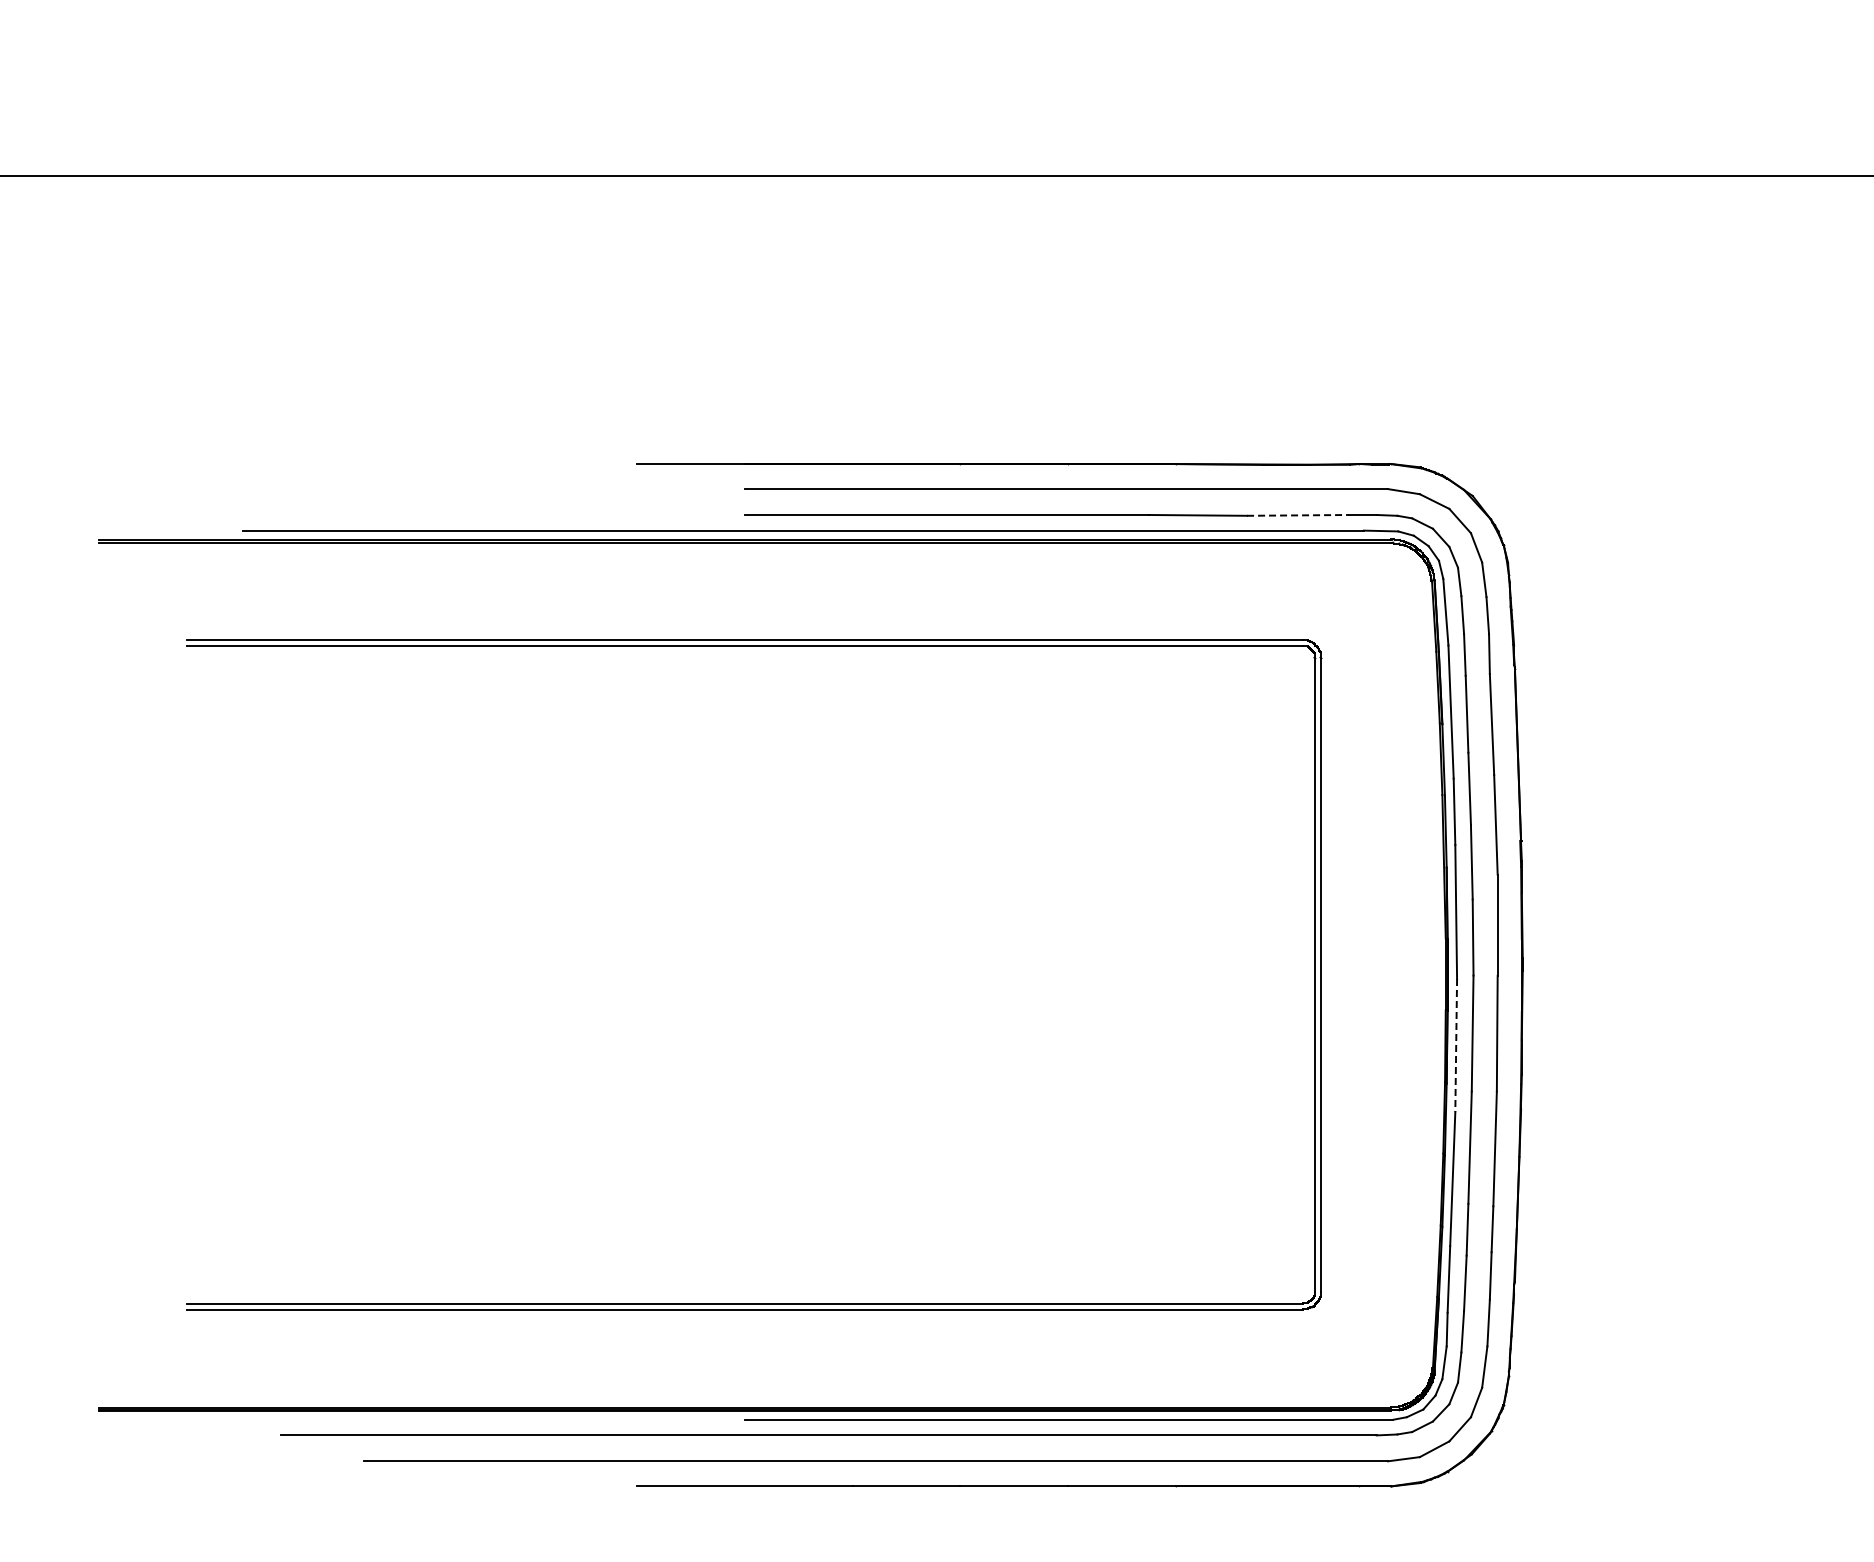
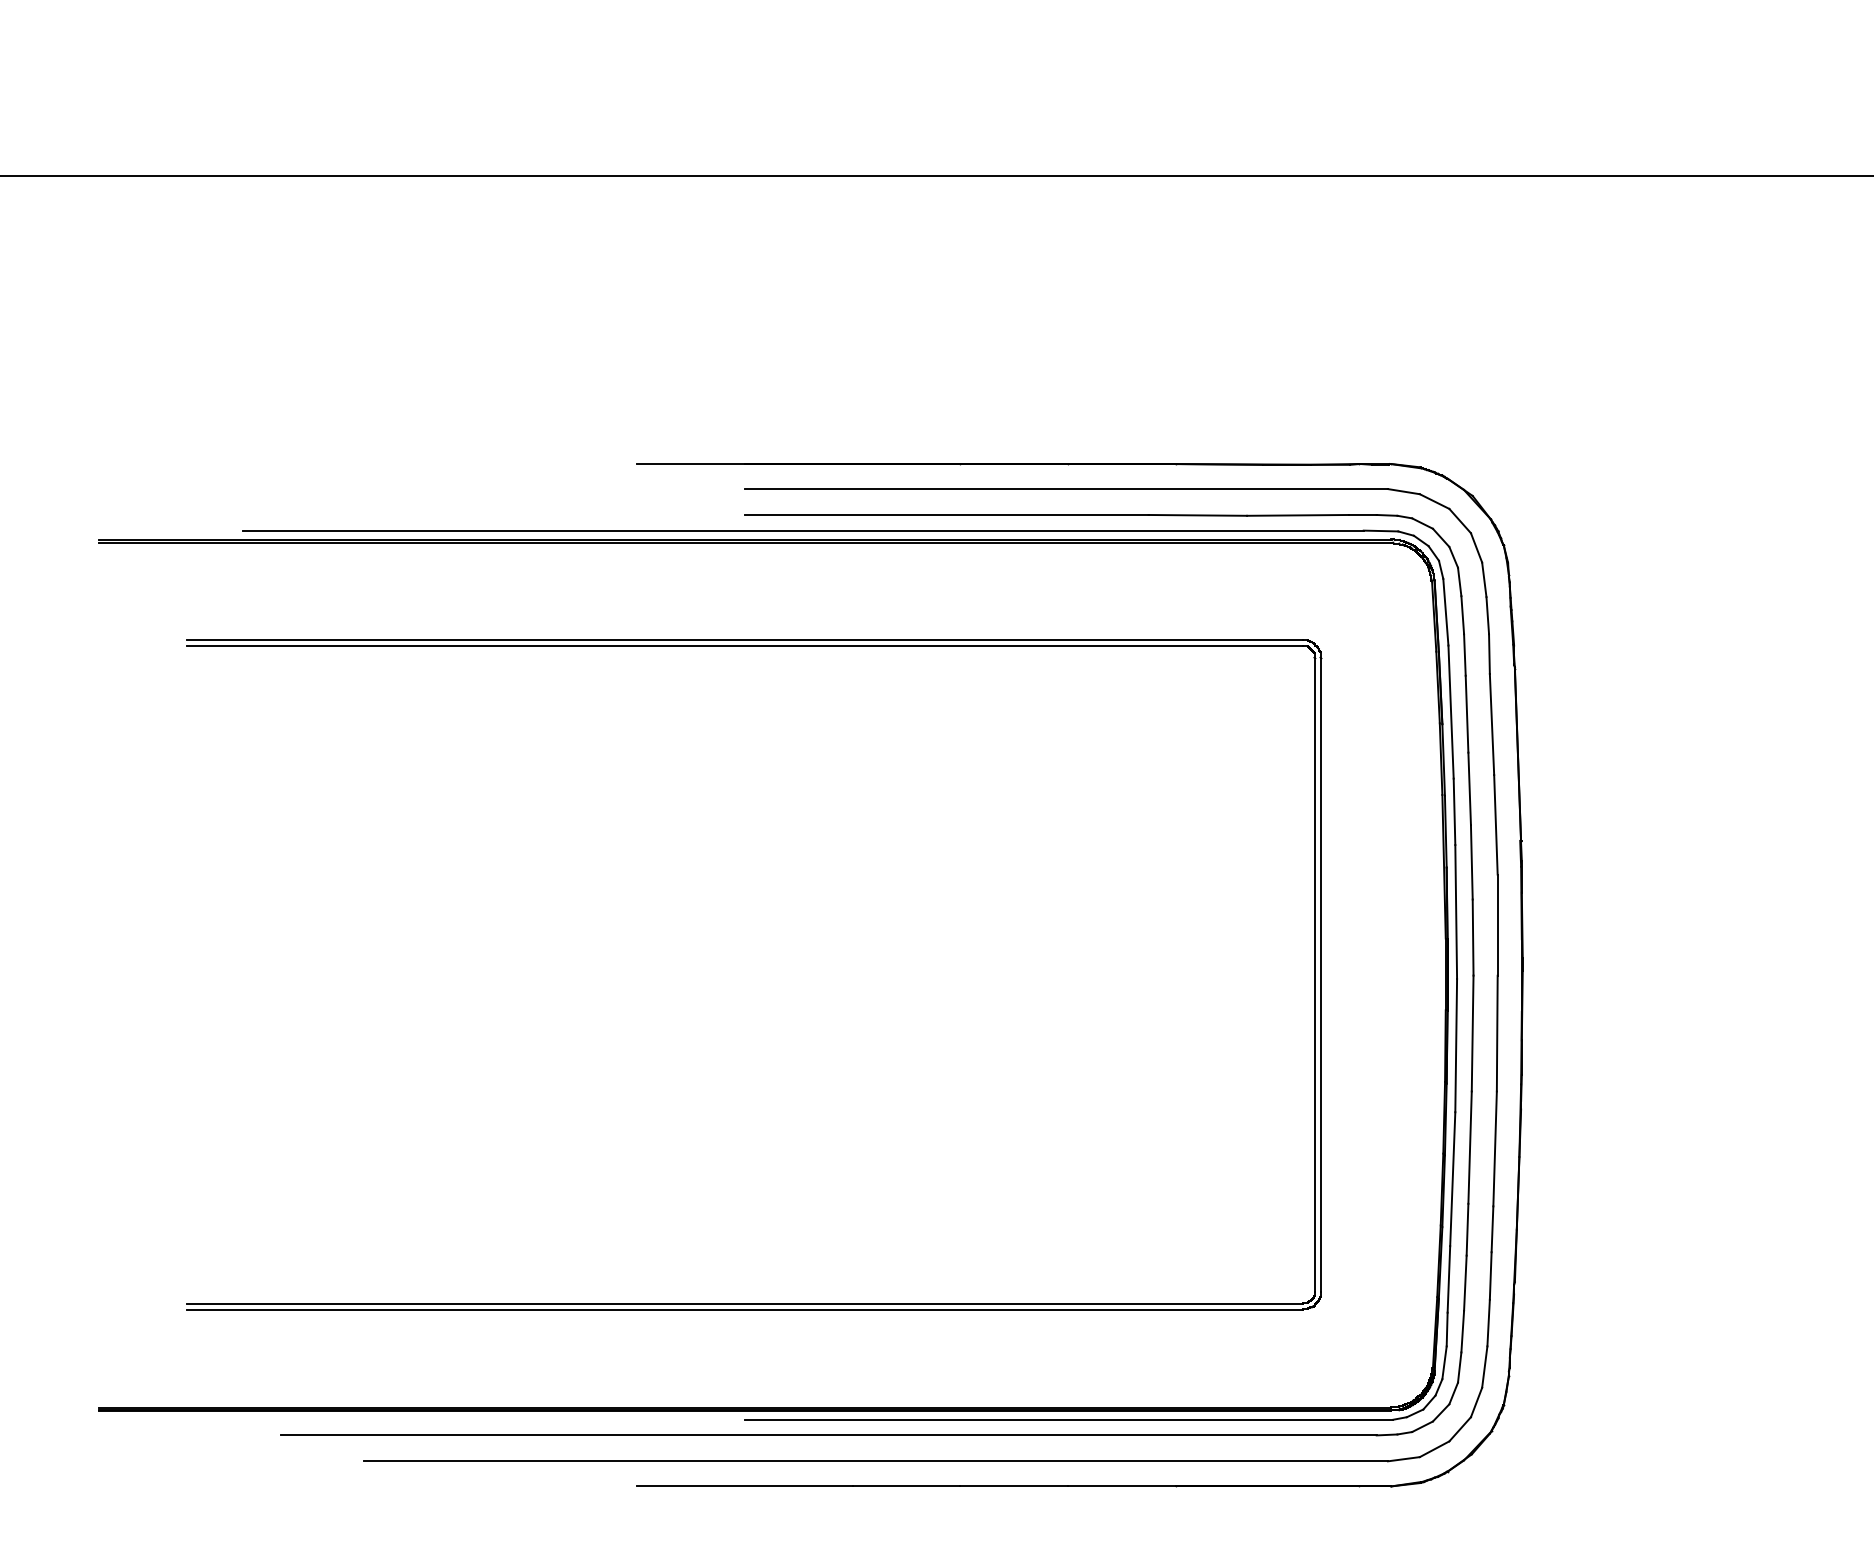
line at (1298, 515): dashed -> solid
line at (1456, 1045): dashed -> solid
